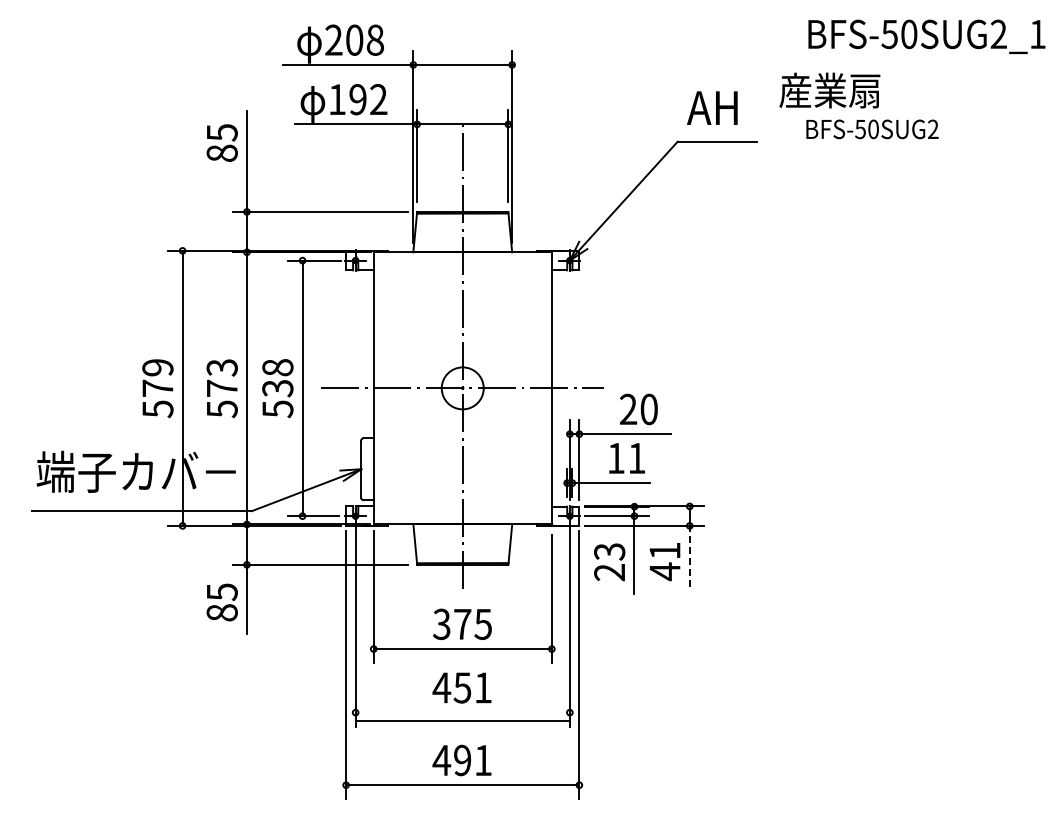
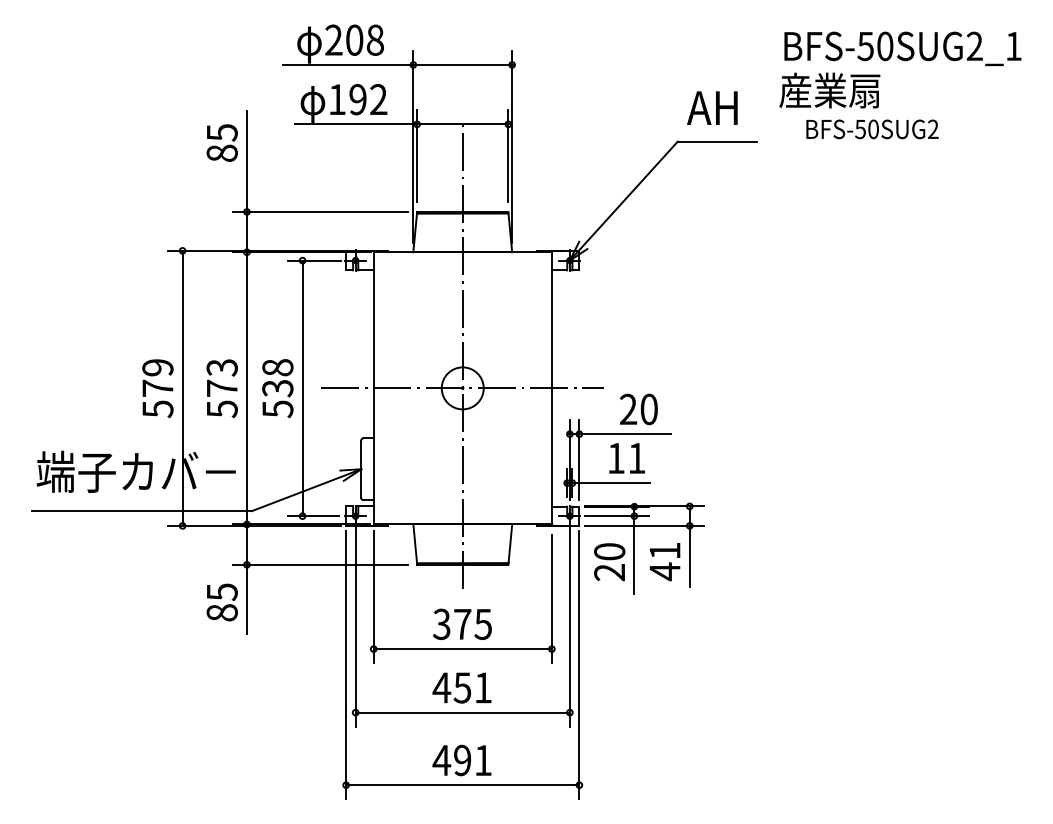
text at (926, 36) position: (926, 36) -> (902, 48)
text at (609, 551): 23 -> 20
line at (689, 556): dashed -> solid
line at (462, 720) position: (462, 720) -> (462, 712)
